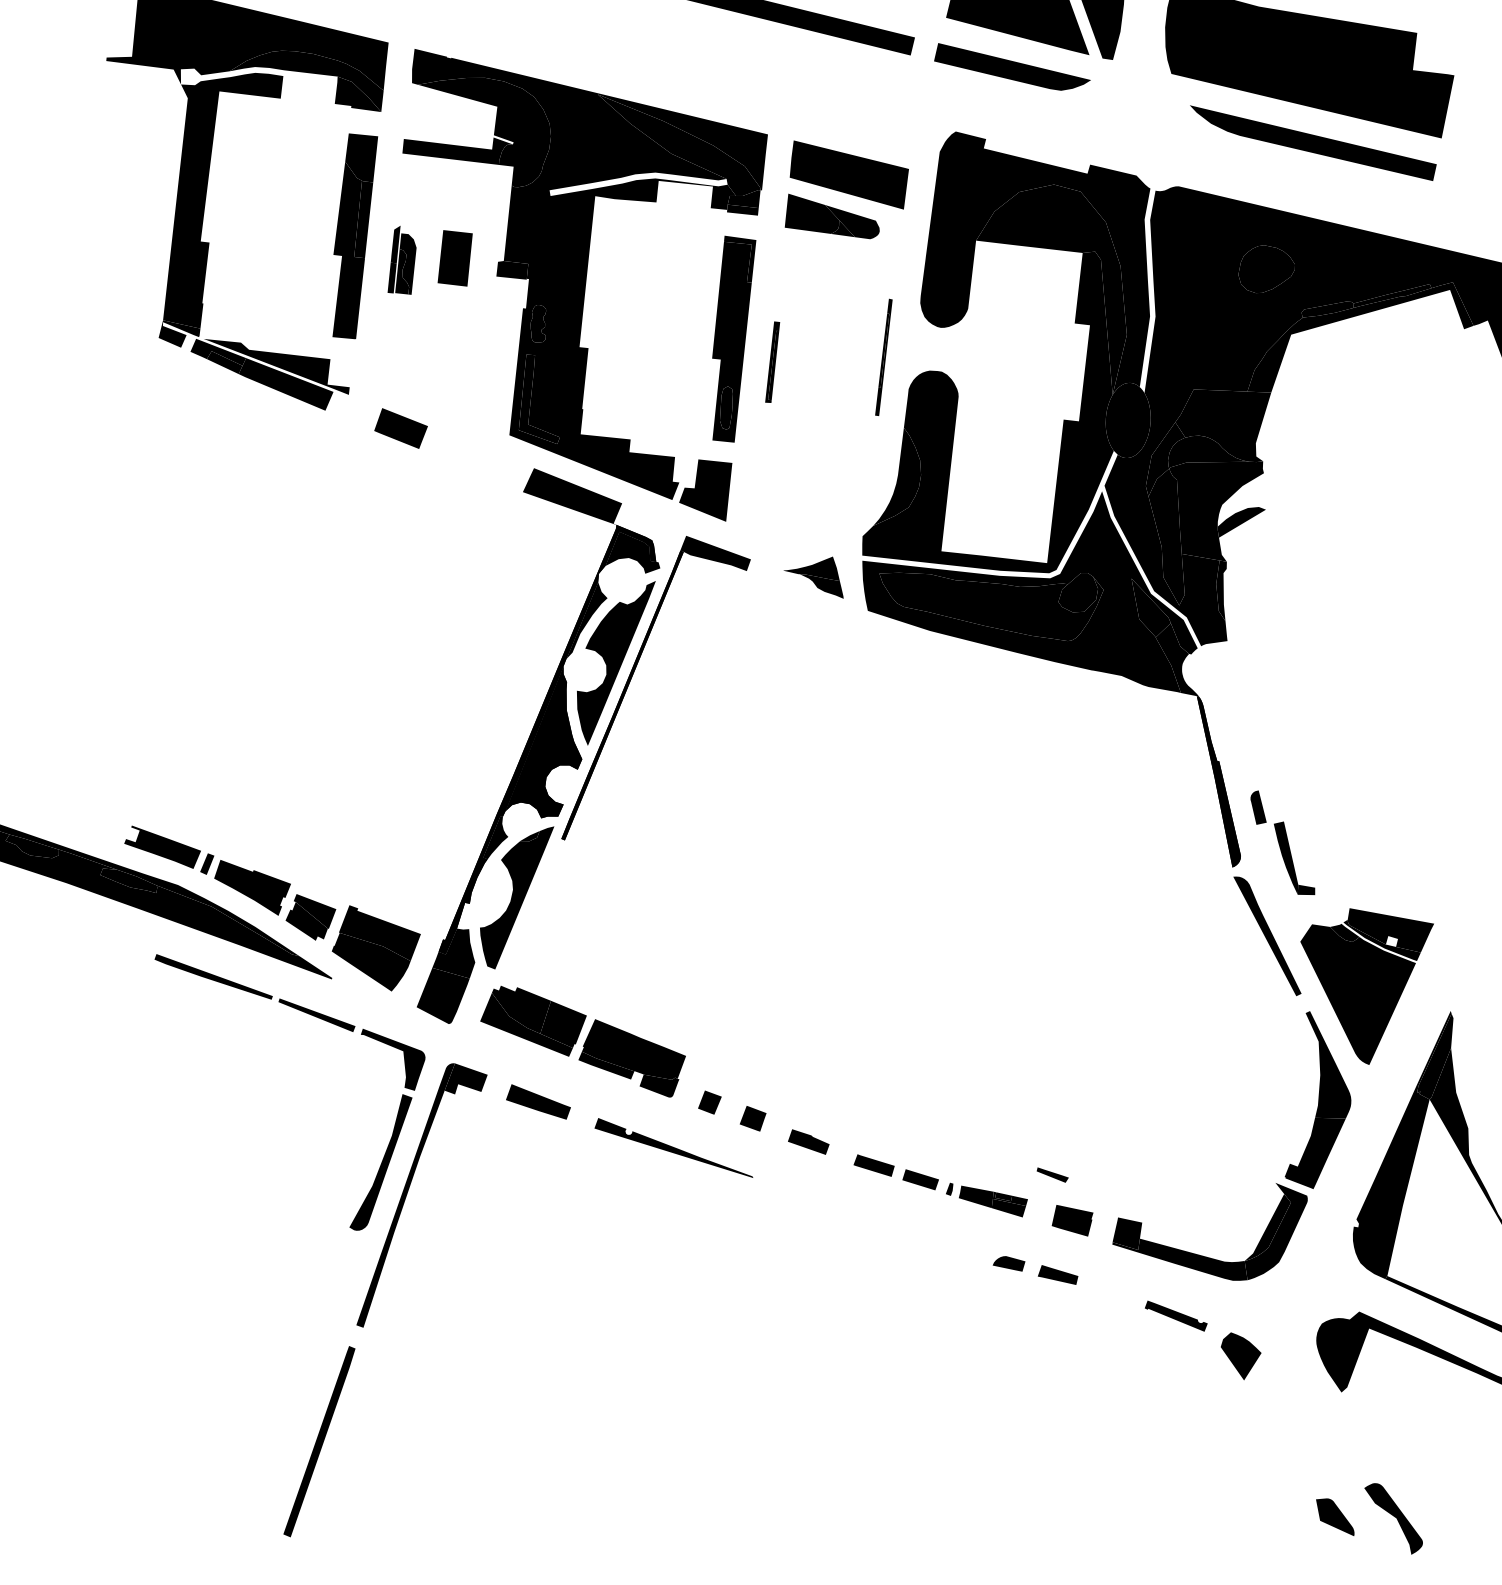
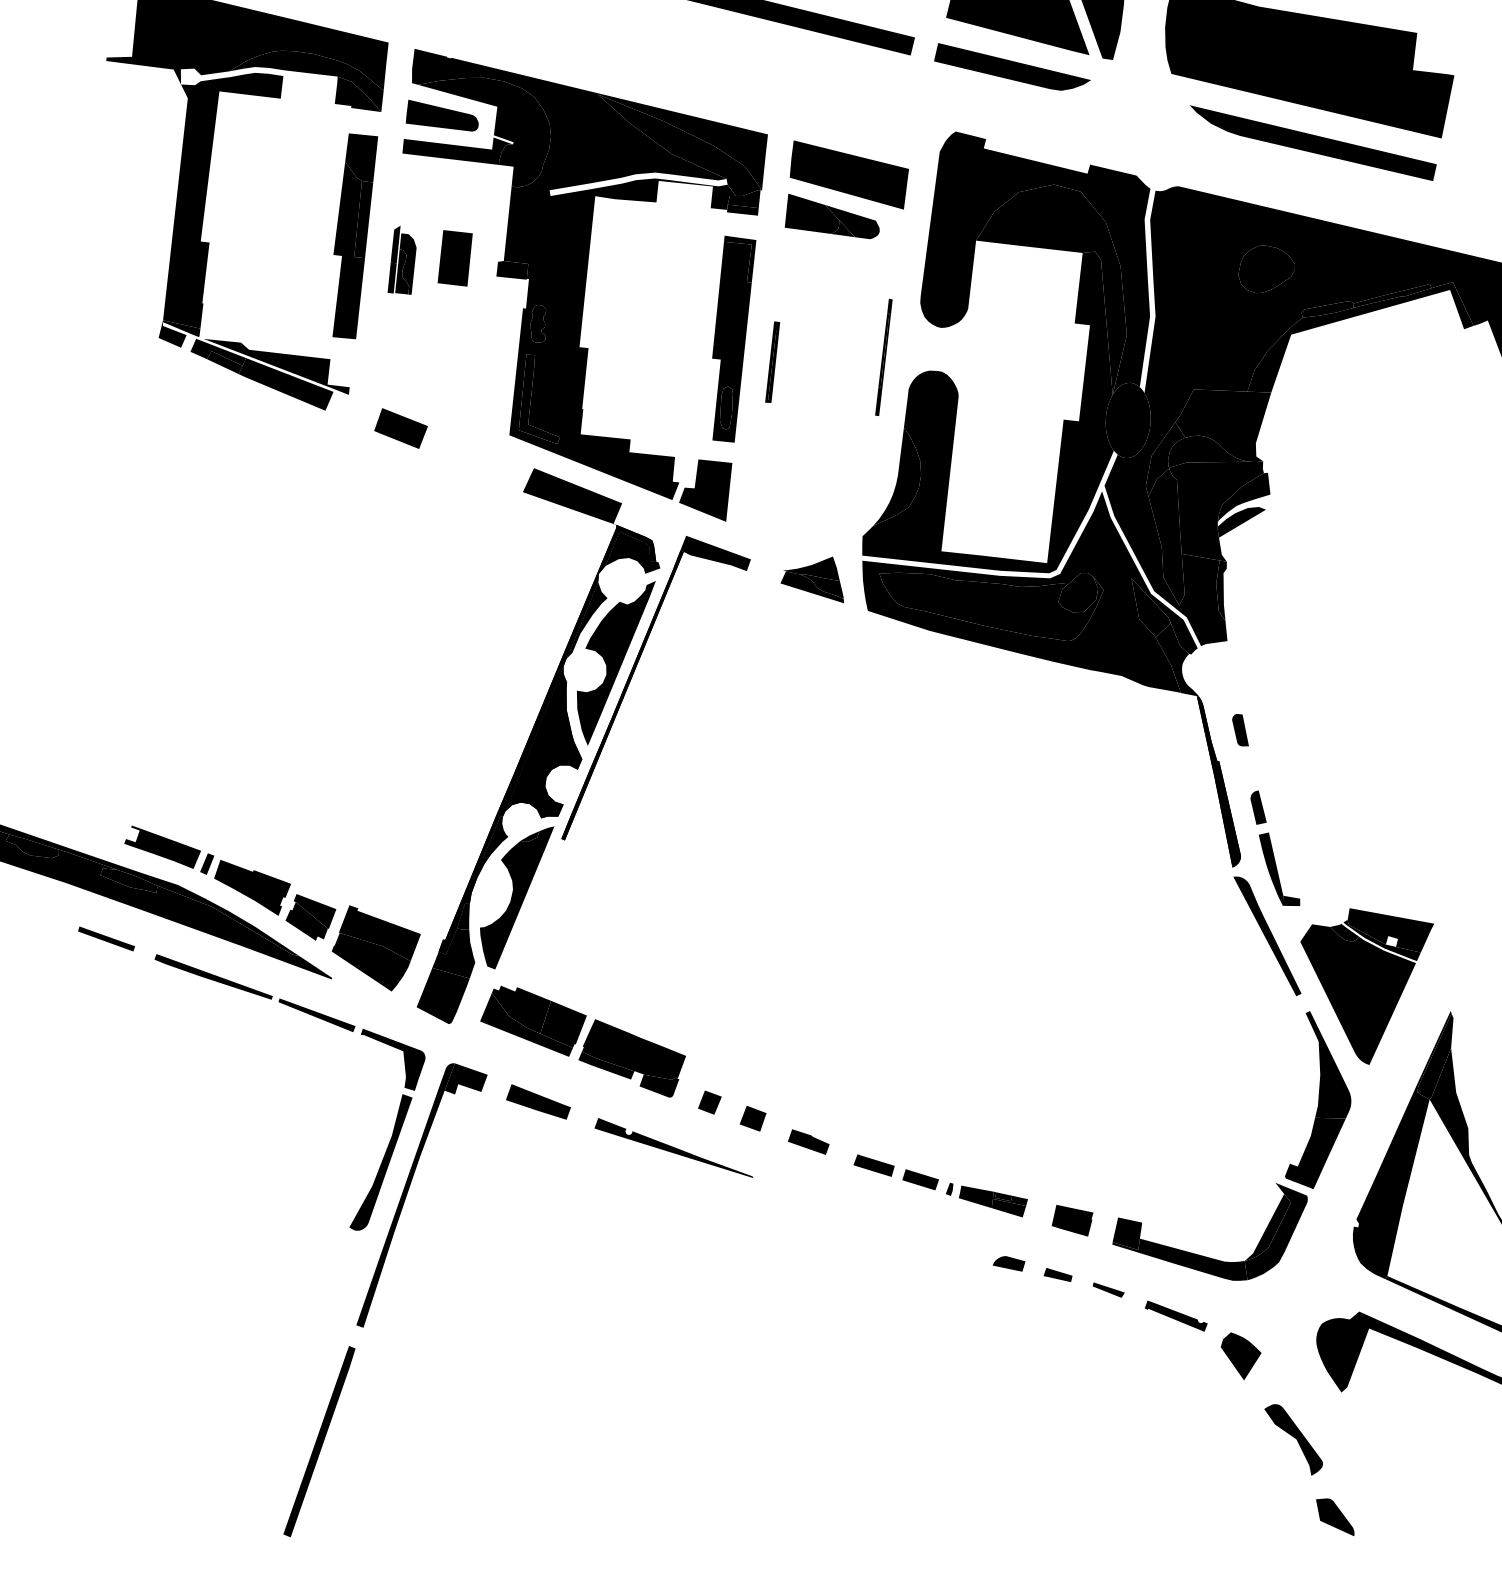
part at (441, 115): none -> present
fill at (1243, 496): none -> present
fill at (812, 587): none -> present
part at (1240, 730): none -> present
part at (1294, 858) position: (1294, 858) -> (1279, 869)
fill at (463, 915): none -> present
fill at (106, 938): none -> present
part at (1052, 1174) position: (1052, 1174) -> (1108, 1289)
part at (1057, 1274) size: 42x20 px -> 30x14 px
part at (1393, 1518) position: (1393, 1518) -> (1293, 1439)
